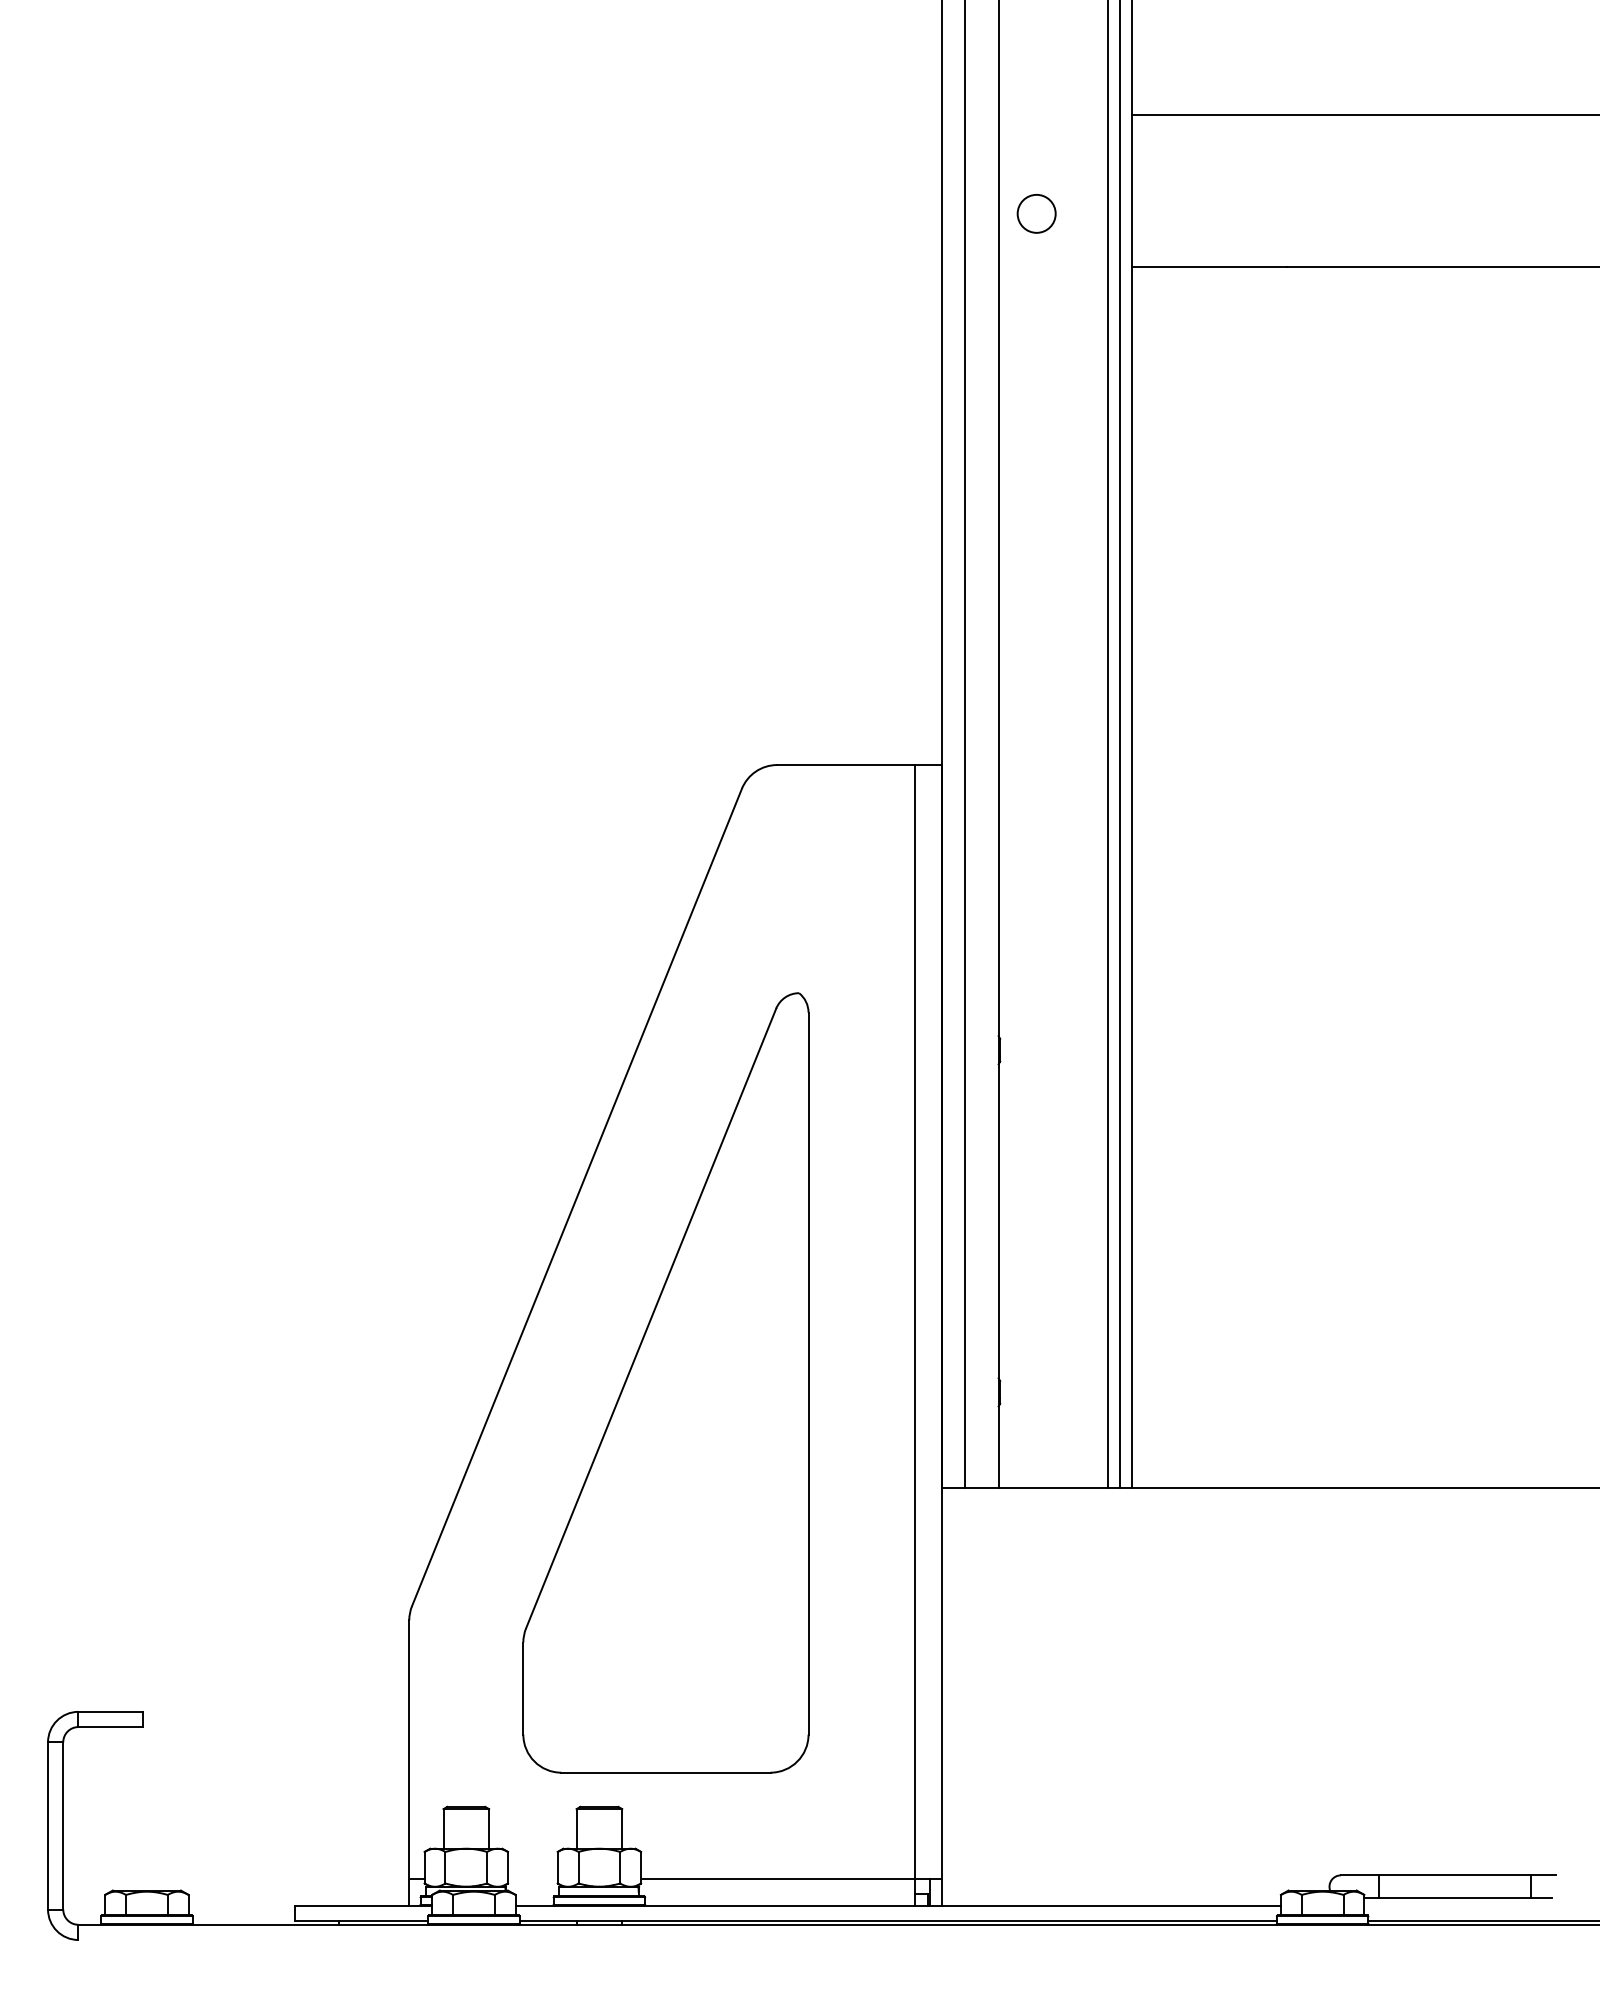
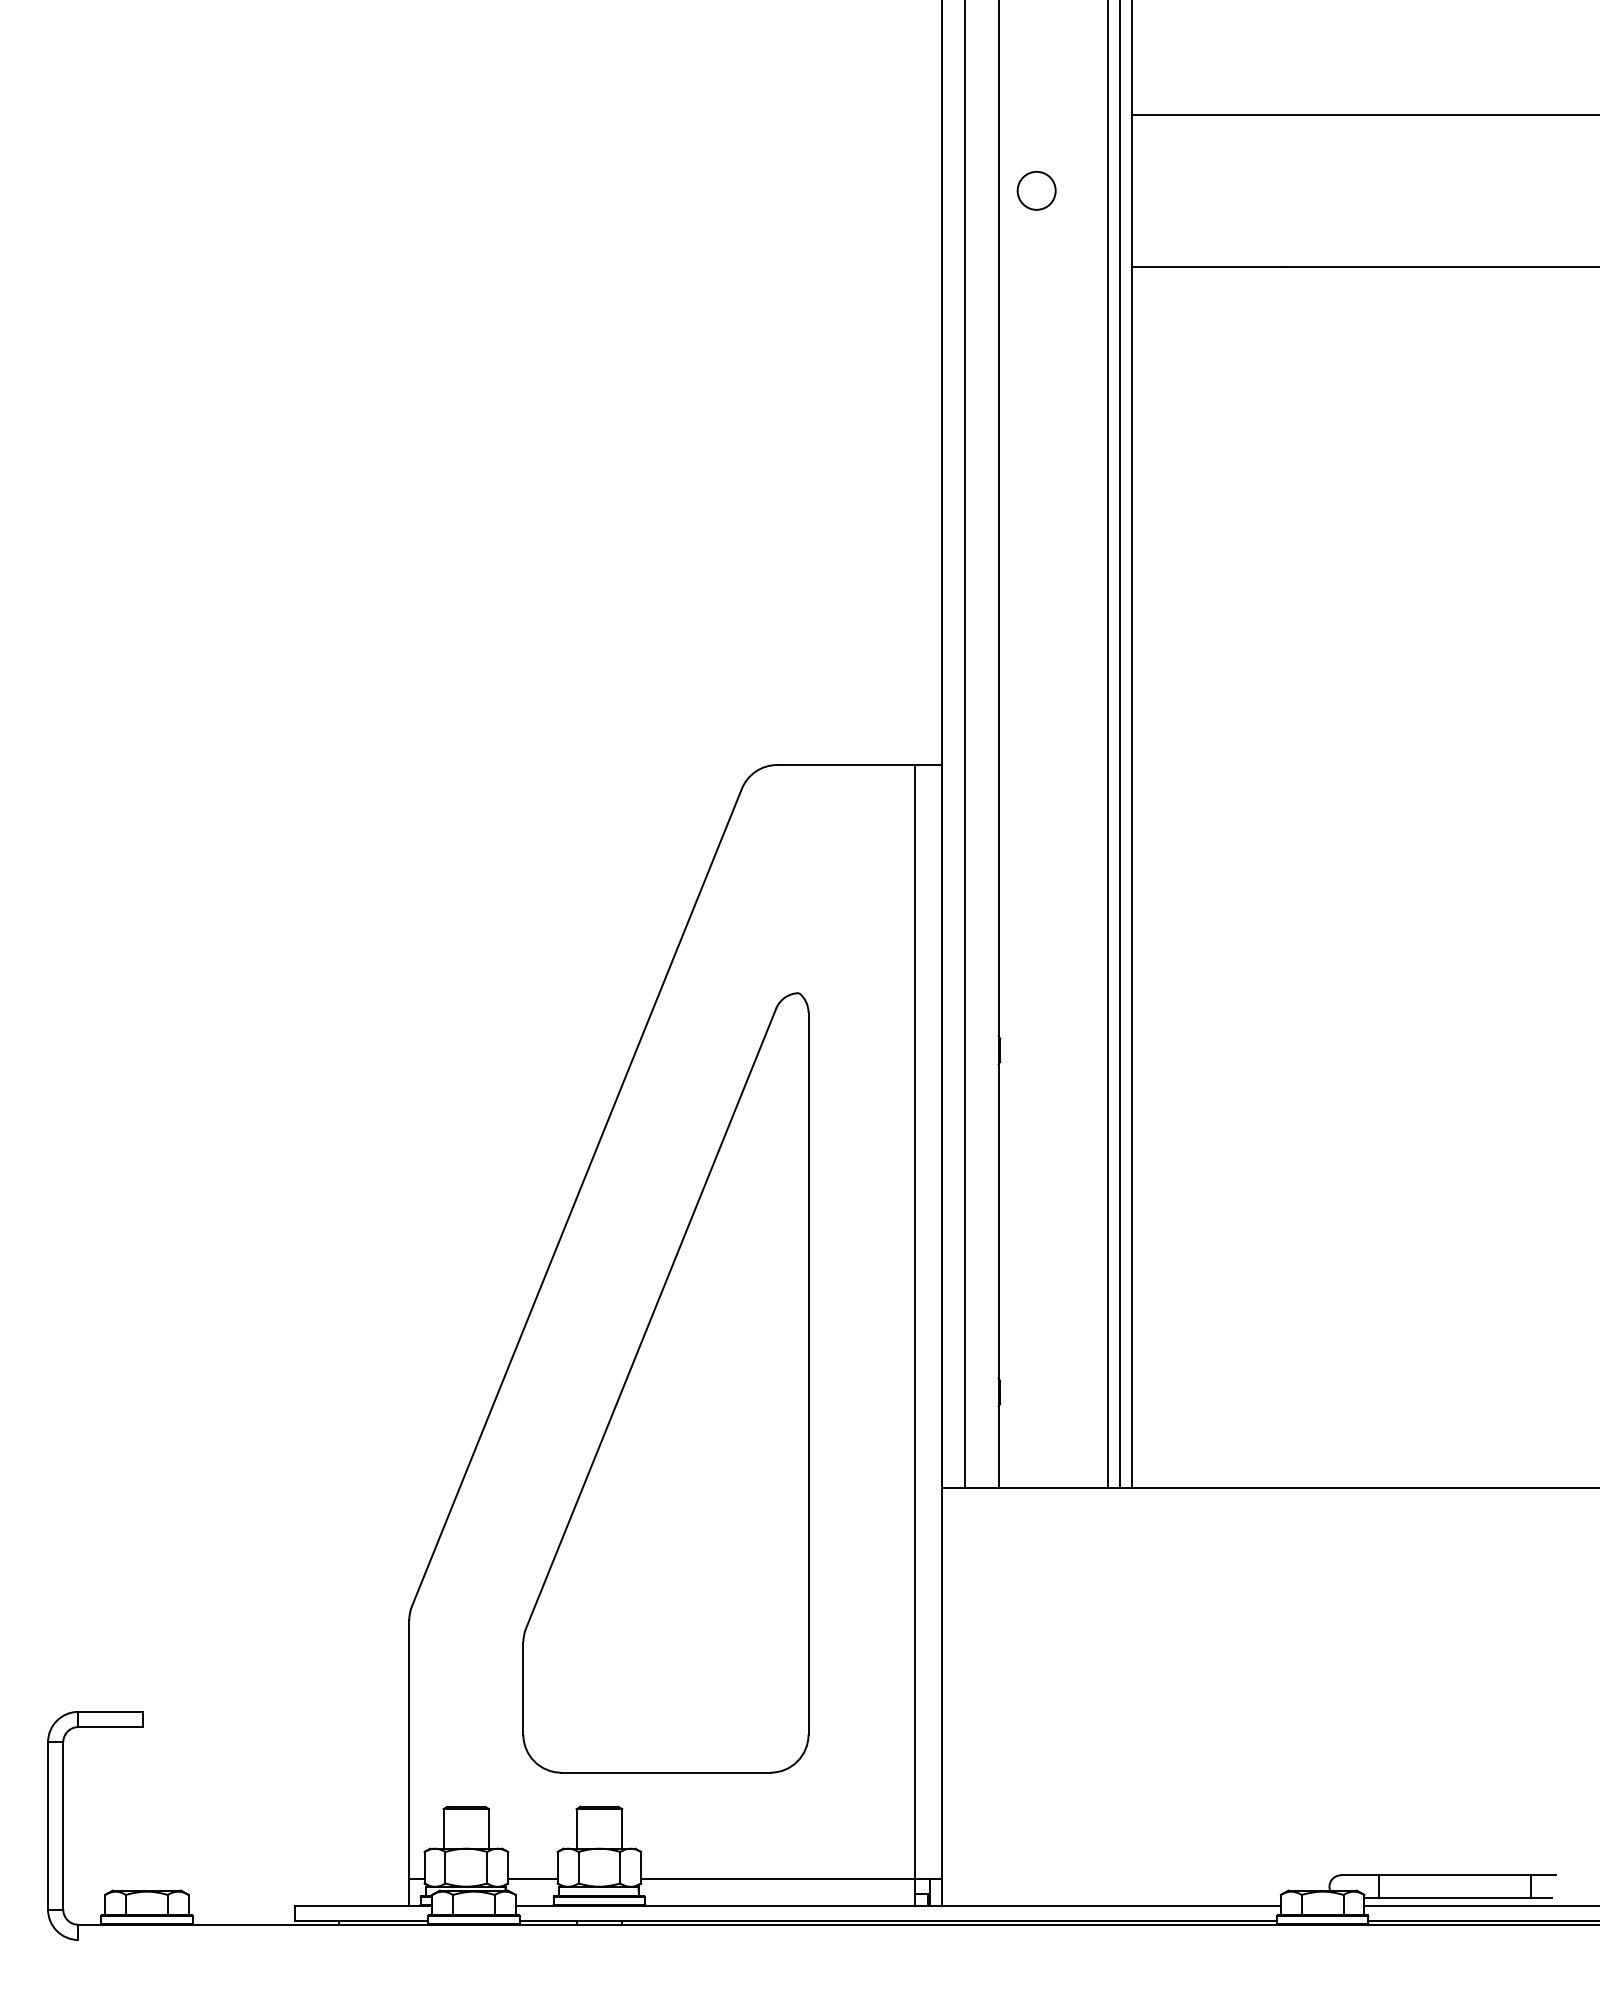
circle at (1036, 213) position: (1036, 213) -> (1036, 190)
line at (532, 1879): none -> present
line at (1480, 1905): none -> present
